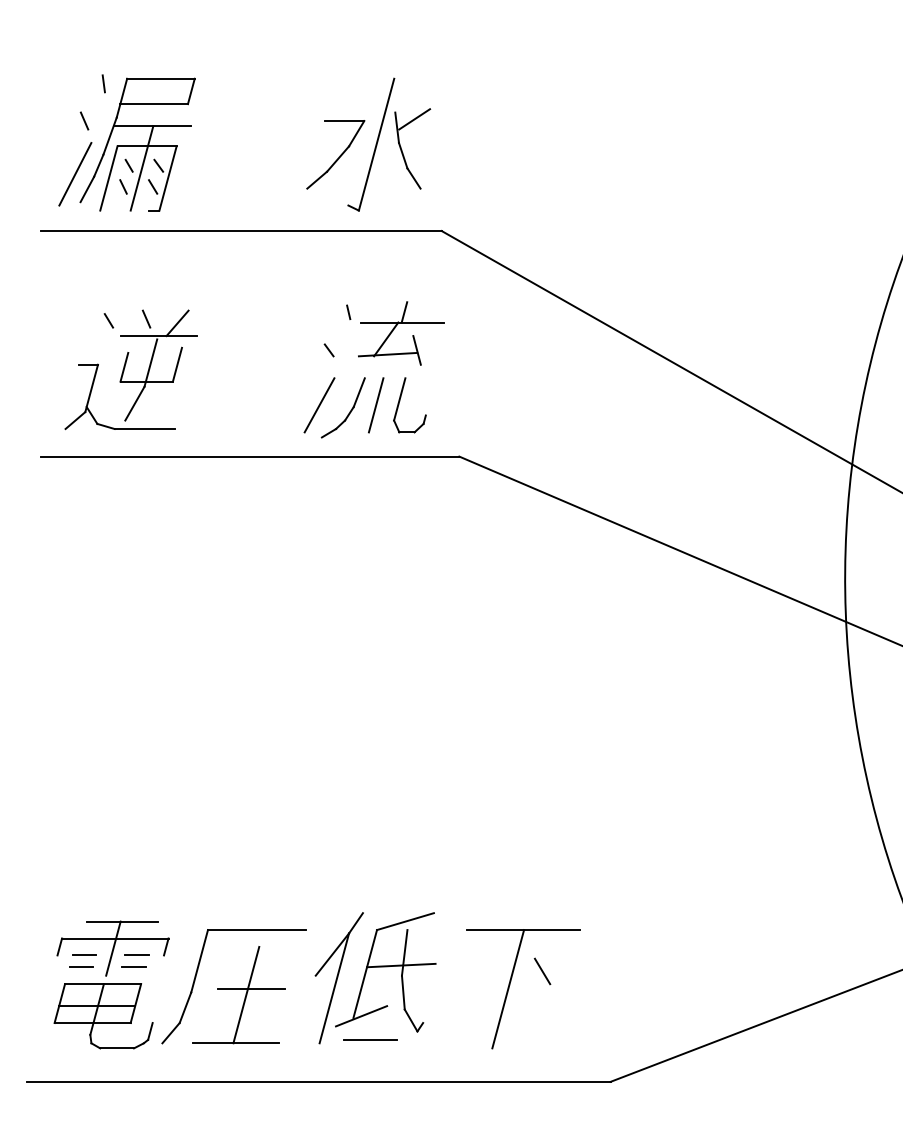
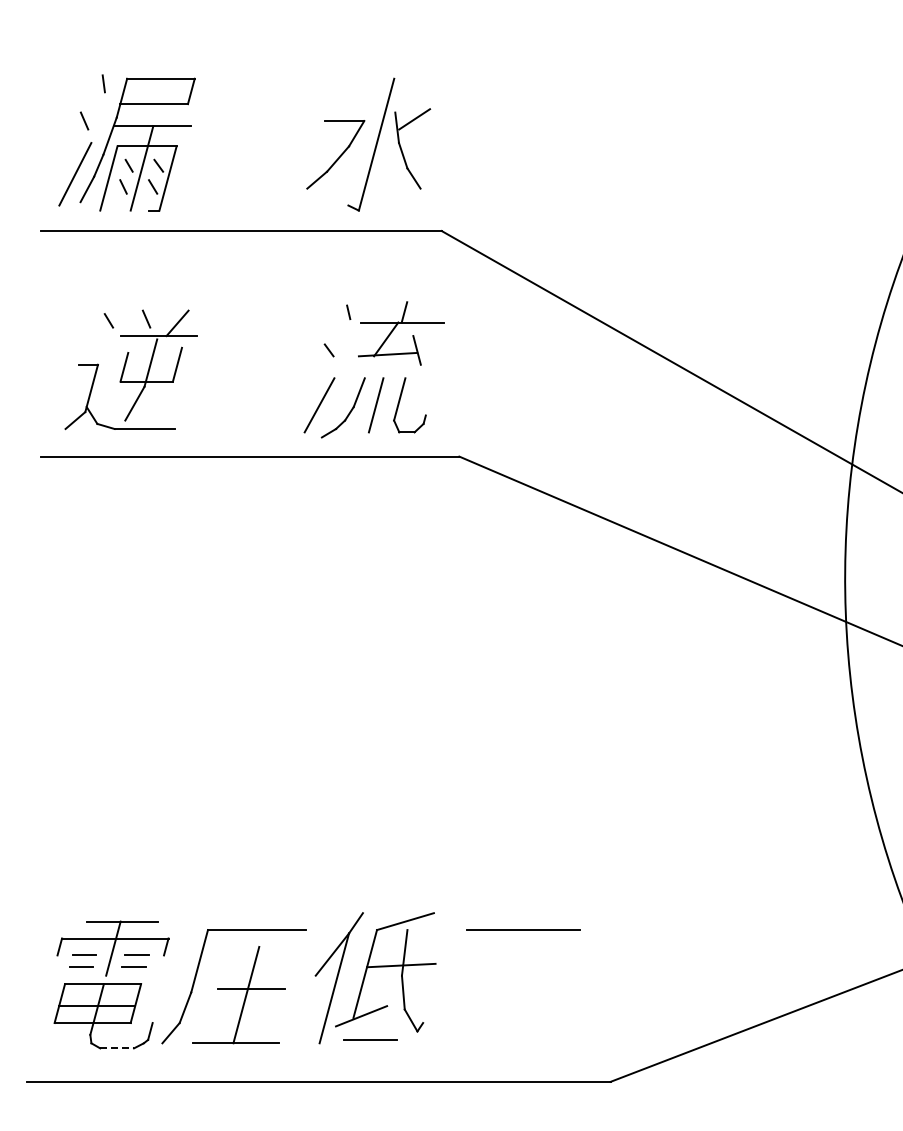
line at (542, 971): present -> none
line at (508, 989): present -> none
line at (117, 1048): solid -> dashed
